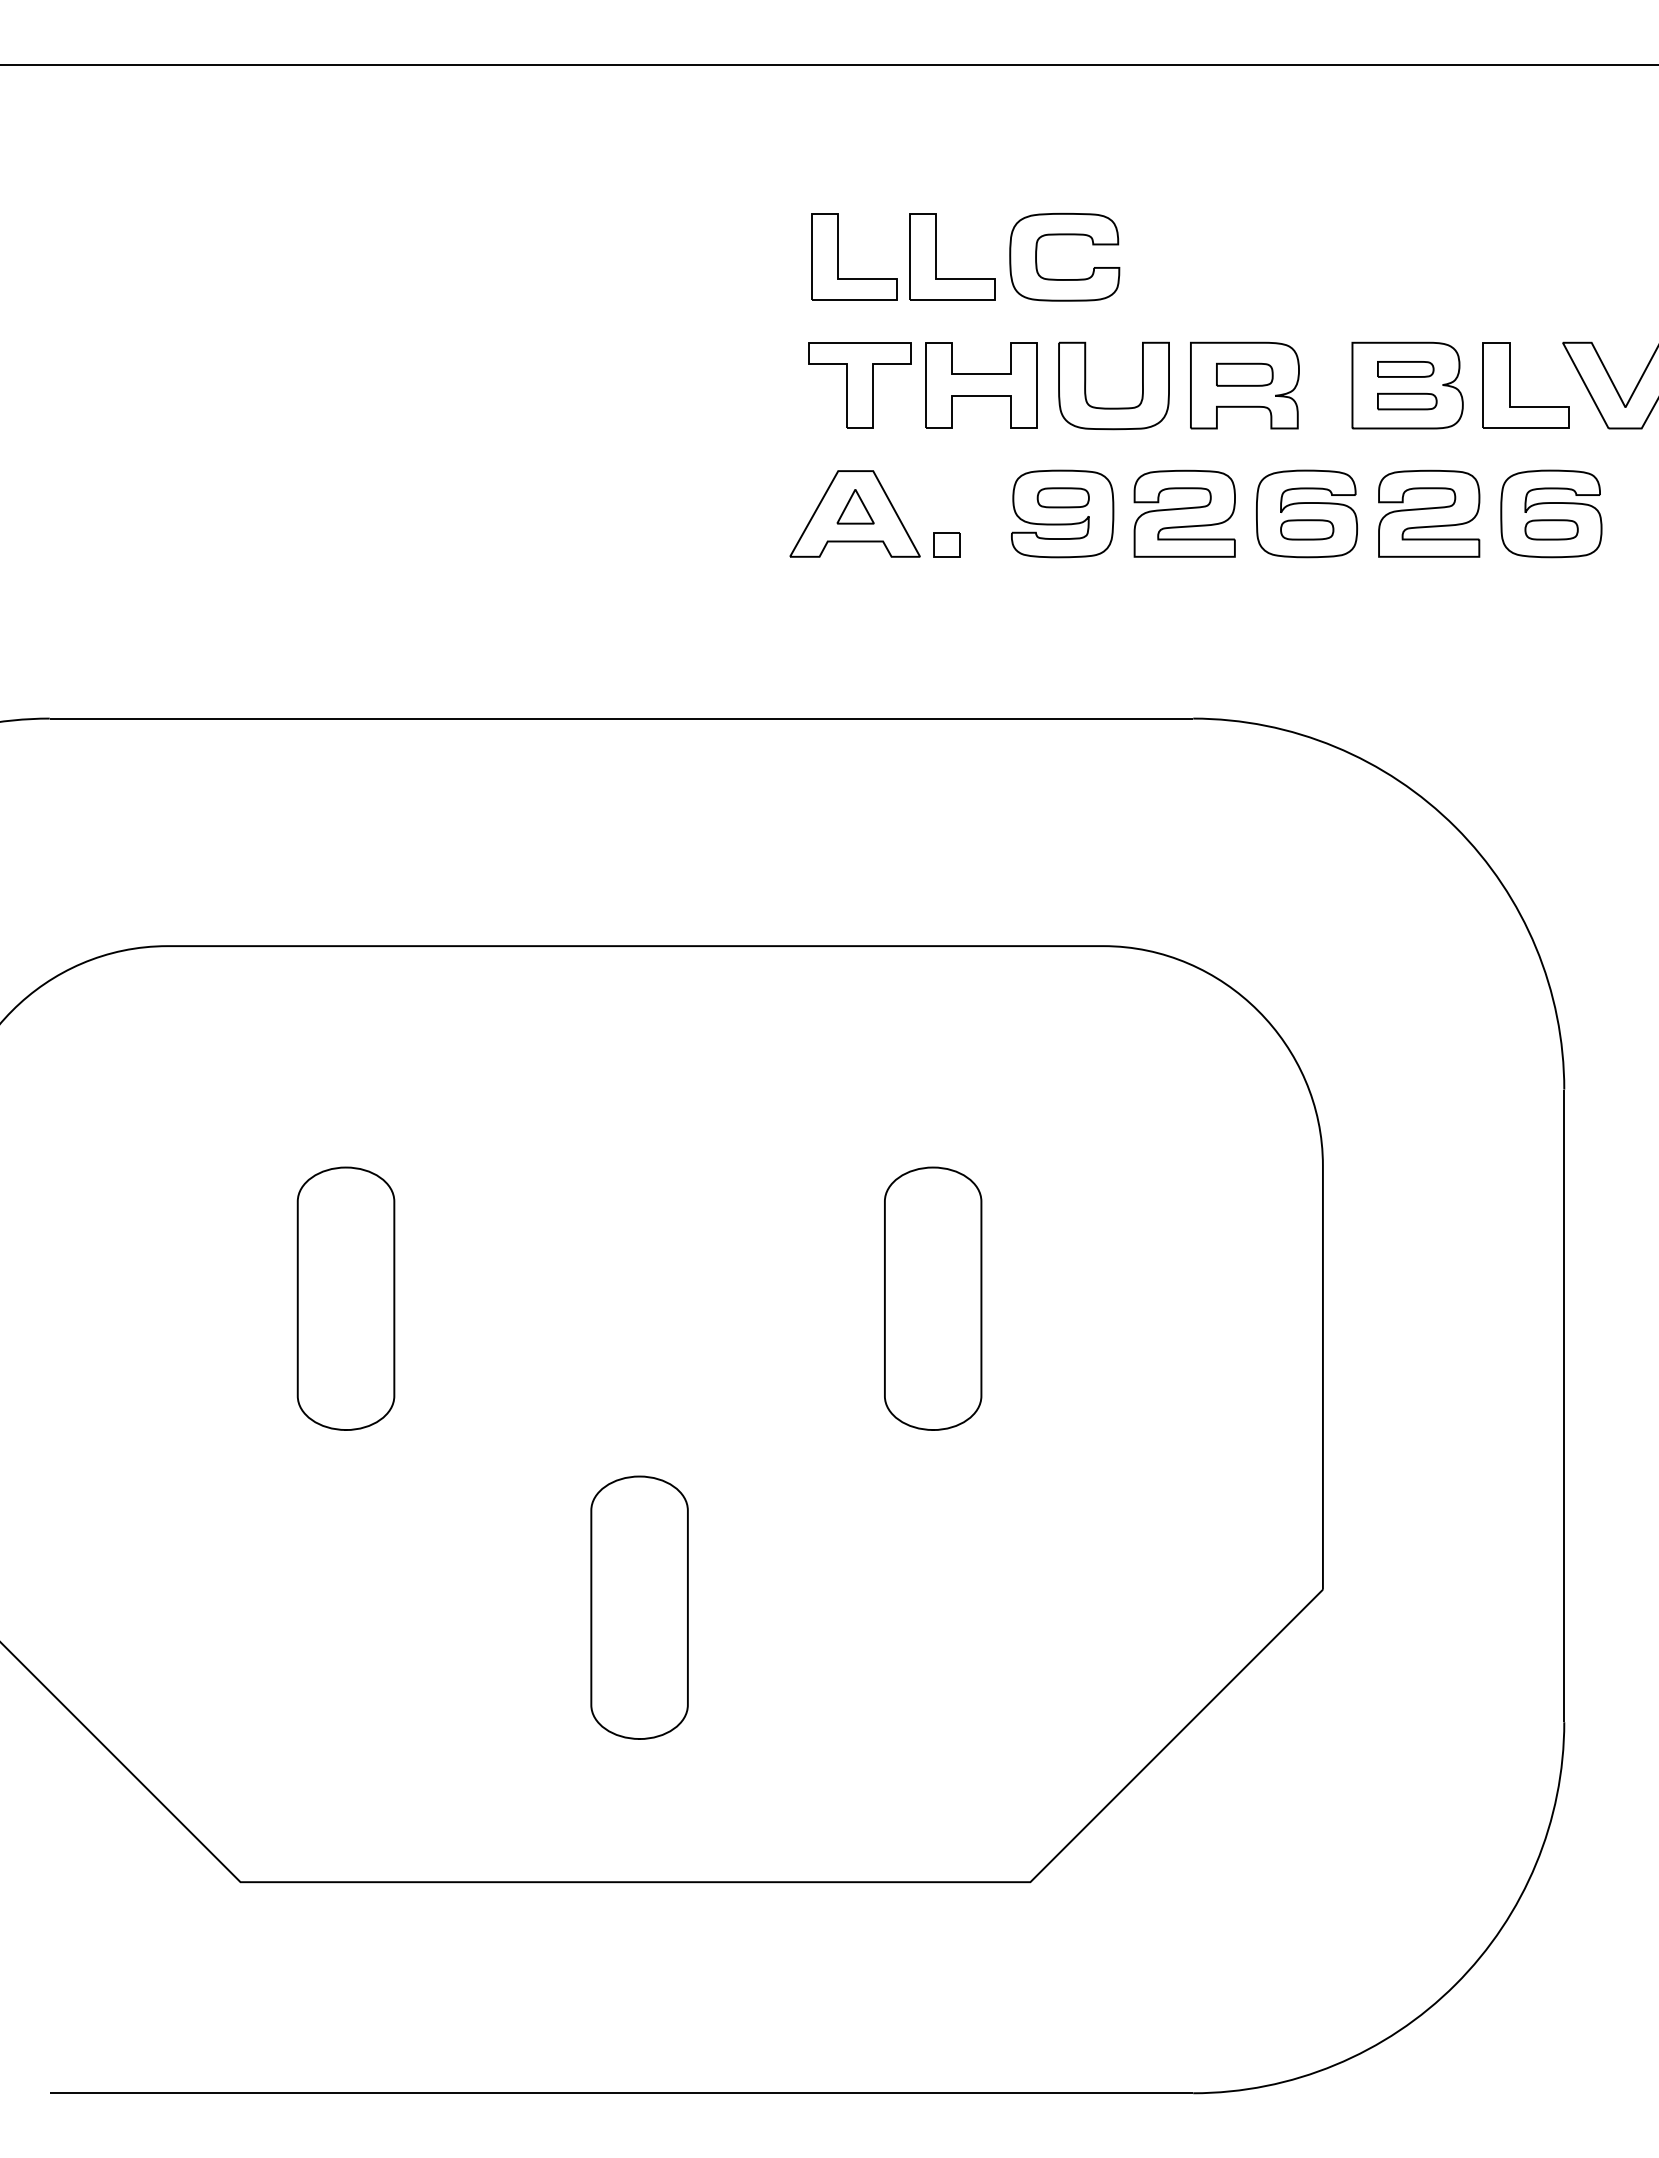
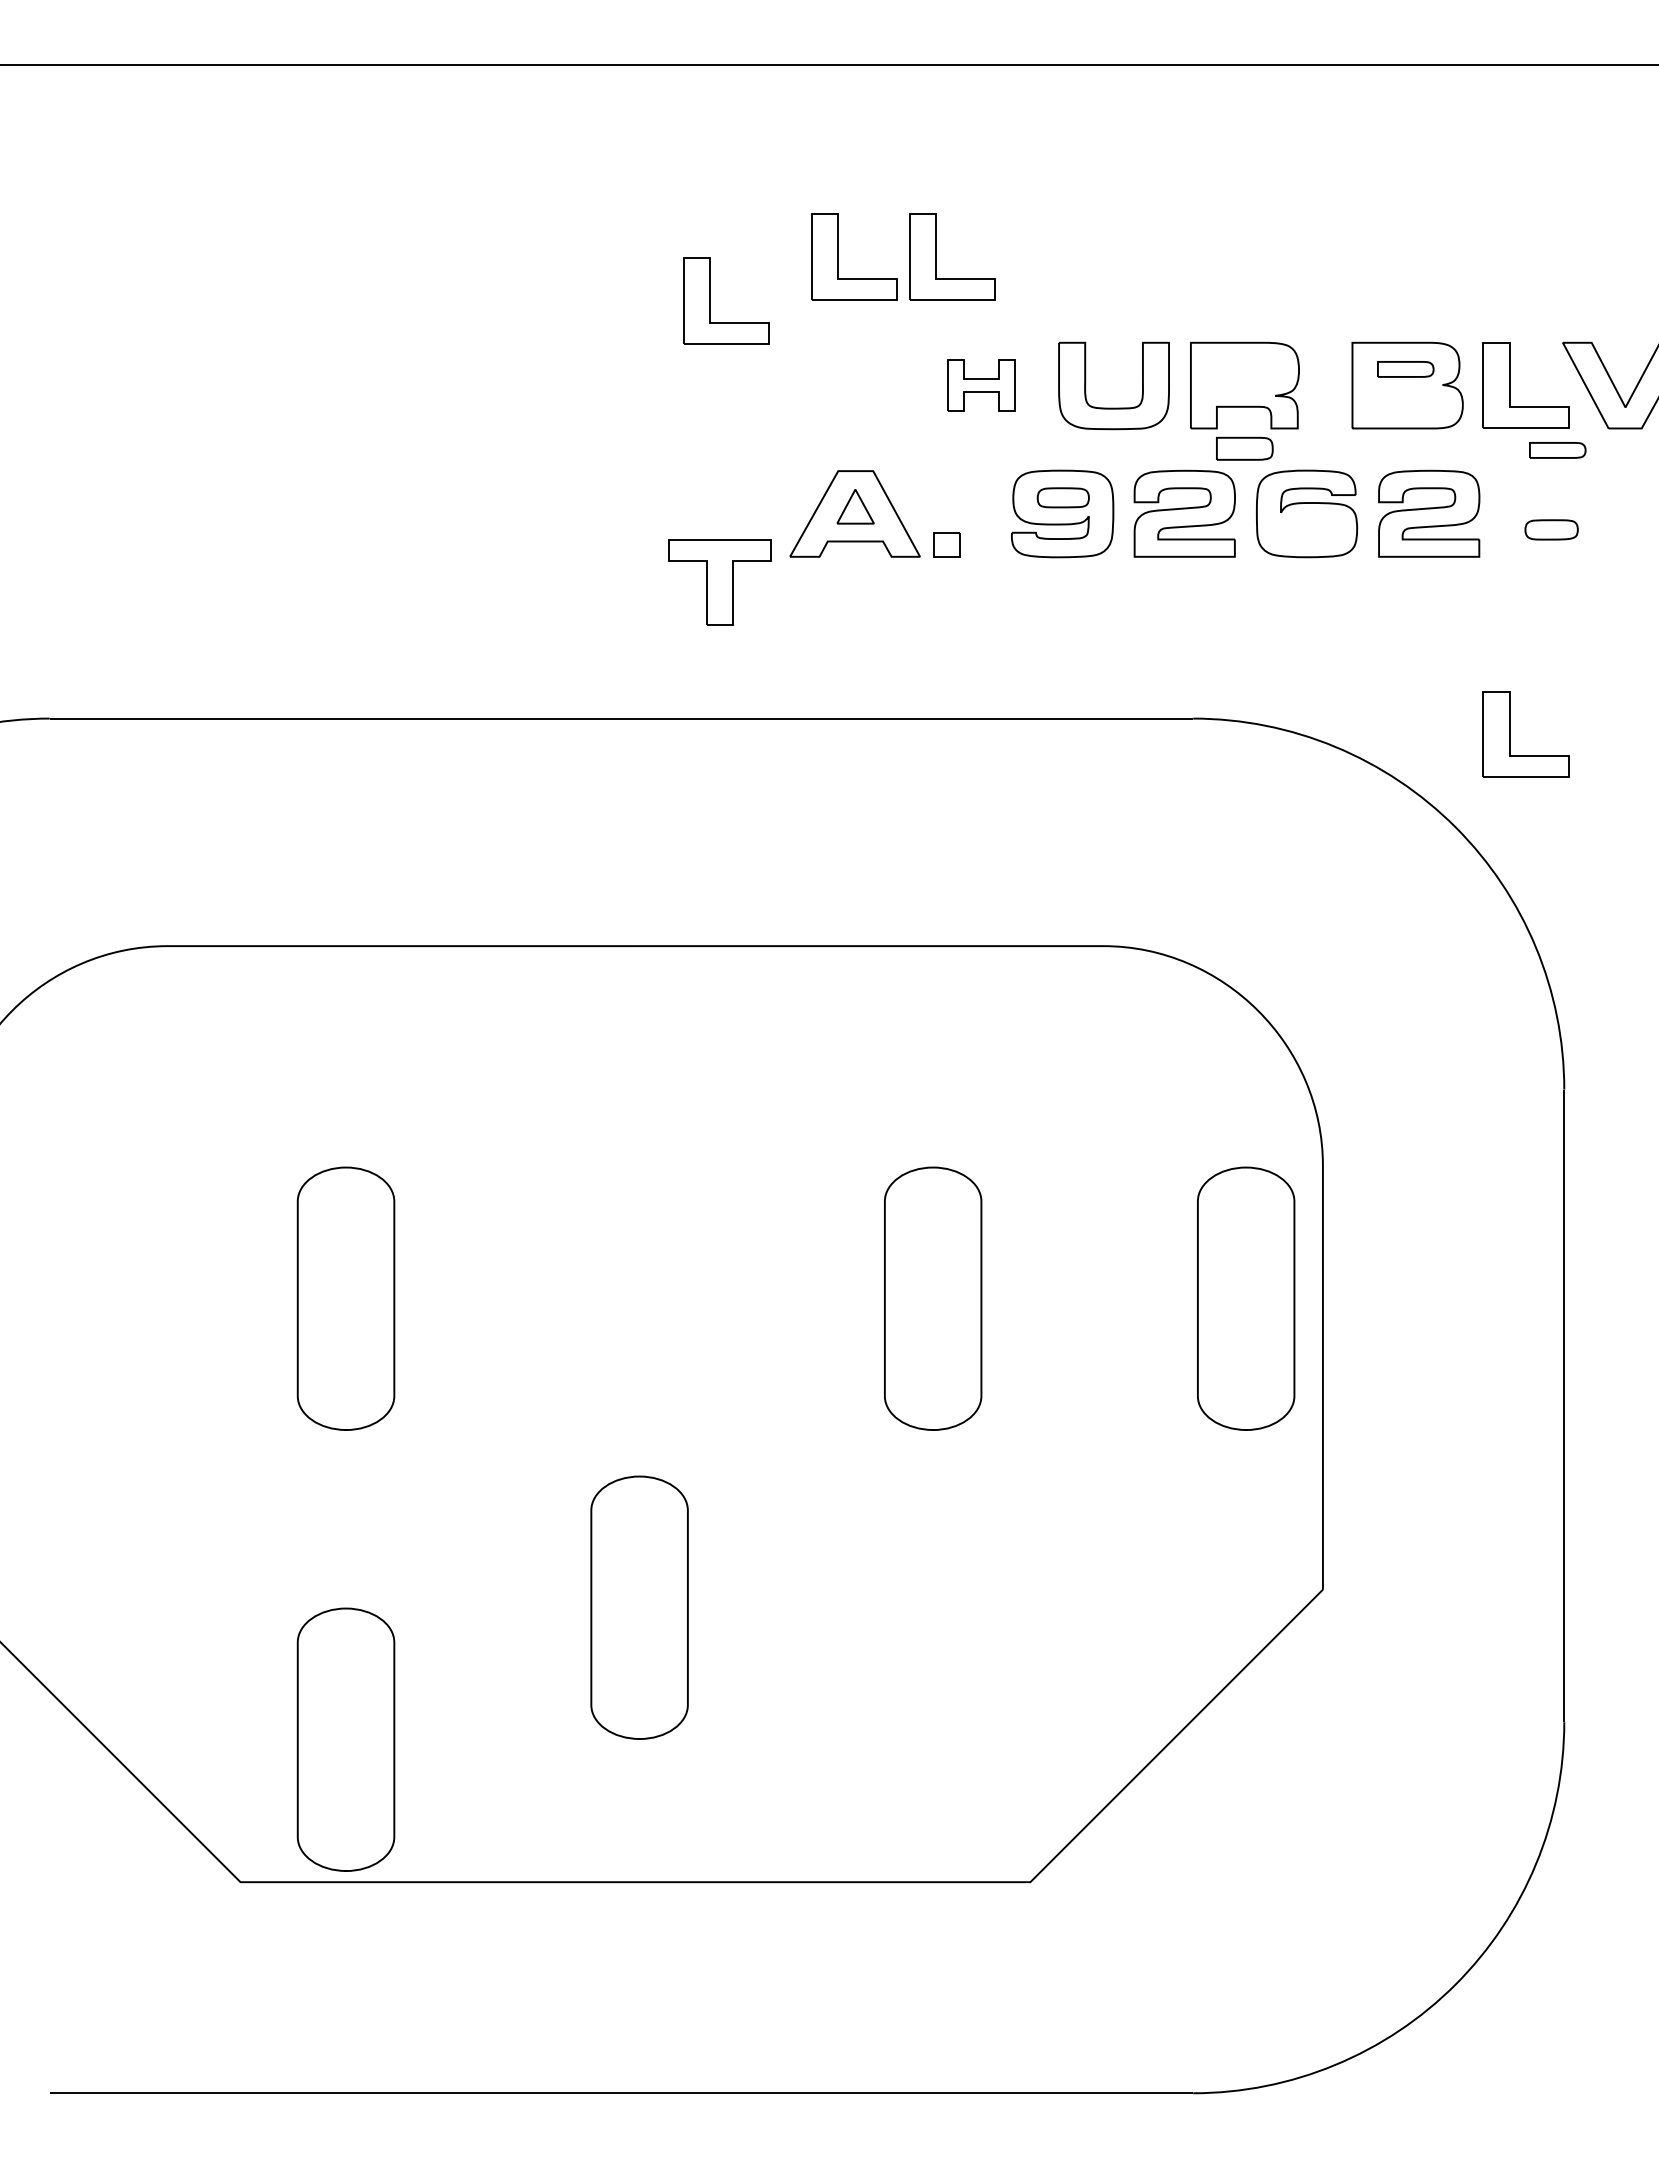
part at (1064, 235): present -> none
part at (710, 300): none -> present
part at (1244, 374) position: (1244, 374) -> (1244, 448)
part at (859, 385) position: (859, 385) -> (719, 582)
part at (981, 385) size: 113x87 px -> 69x53 px
part at (1407, 401): present -> none
part at (1557, 450): none -> present
part at (1551, 513): present -> none
part at (1307, 529): present -> none
part at (1510, 734): none -> present
part at (1246, 1298): none -> present
part at (345, 1739): none -> present
